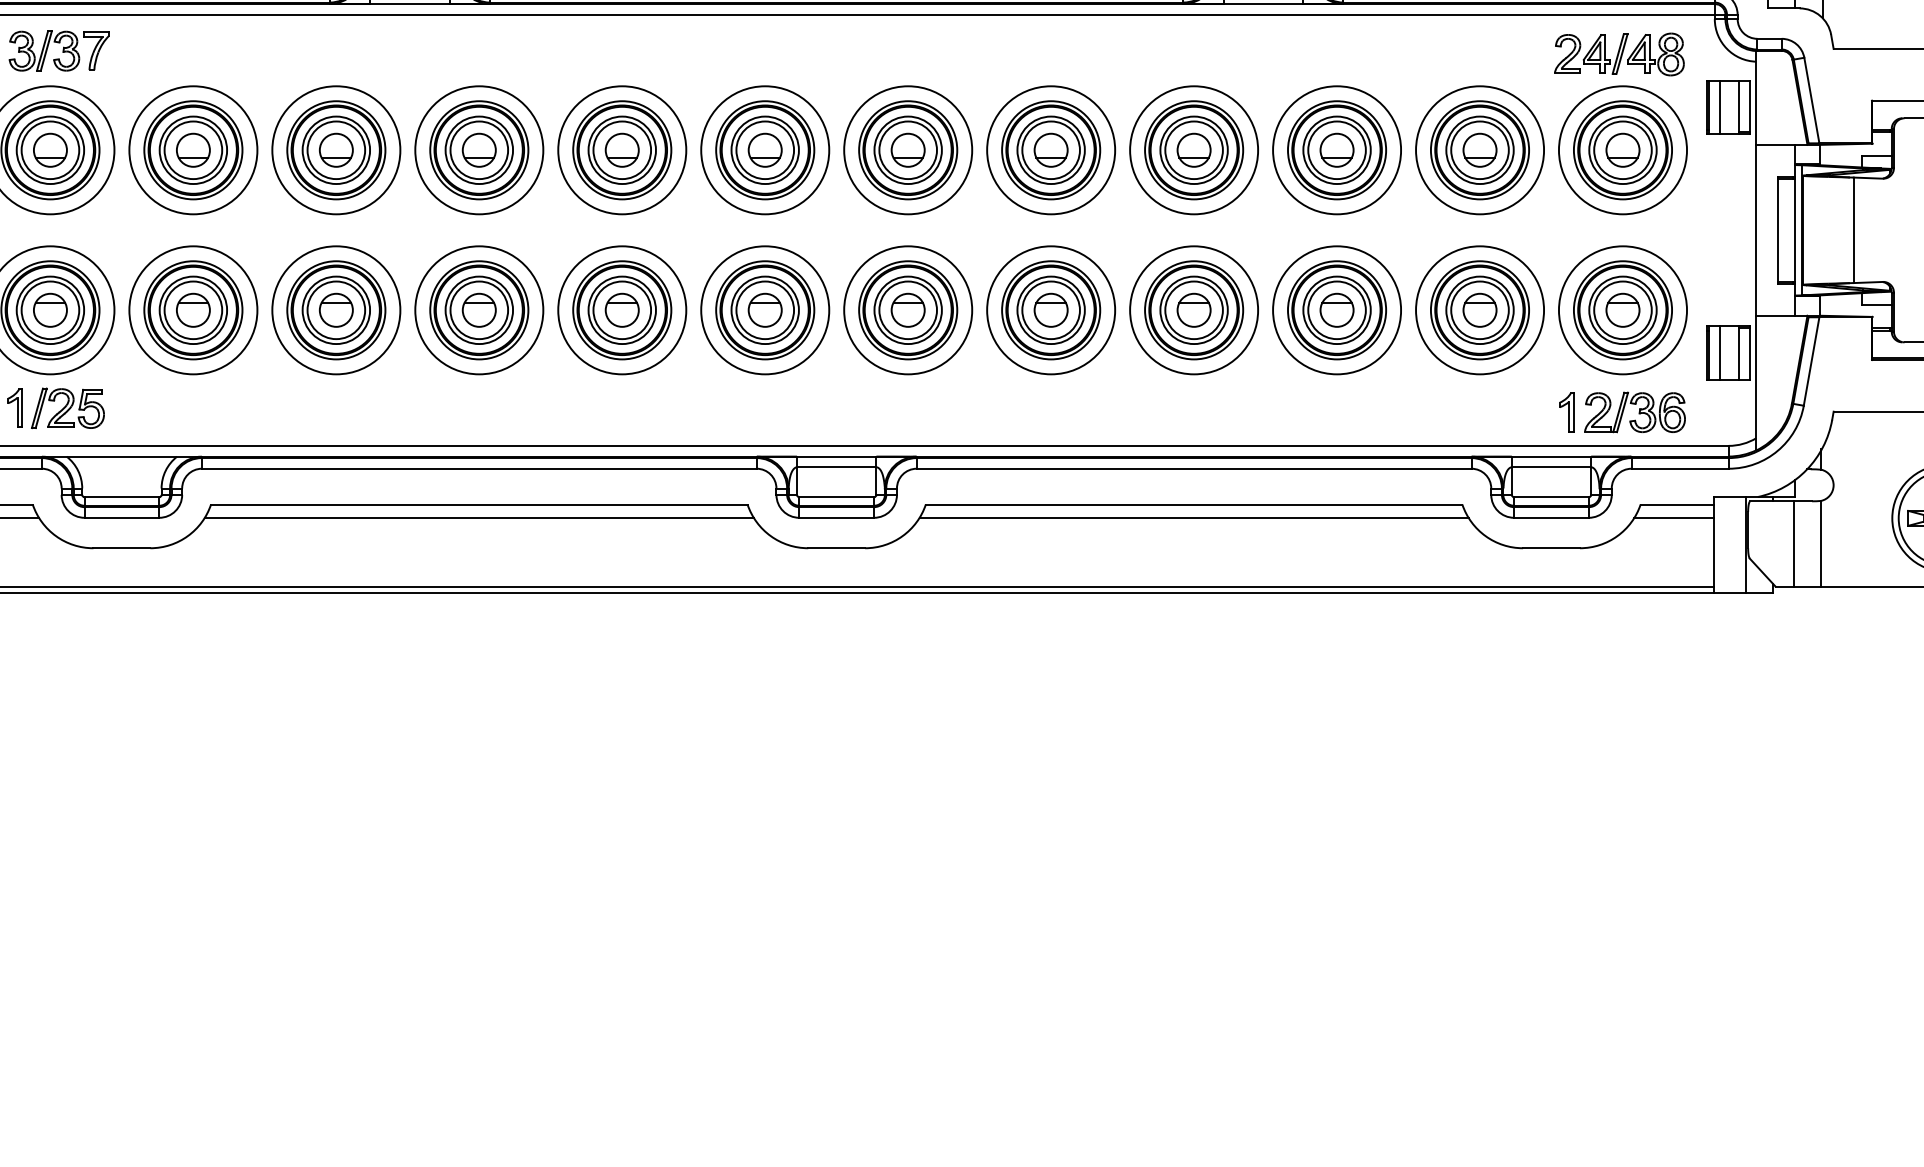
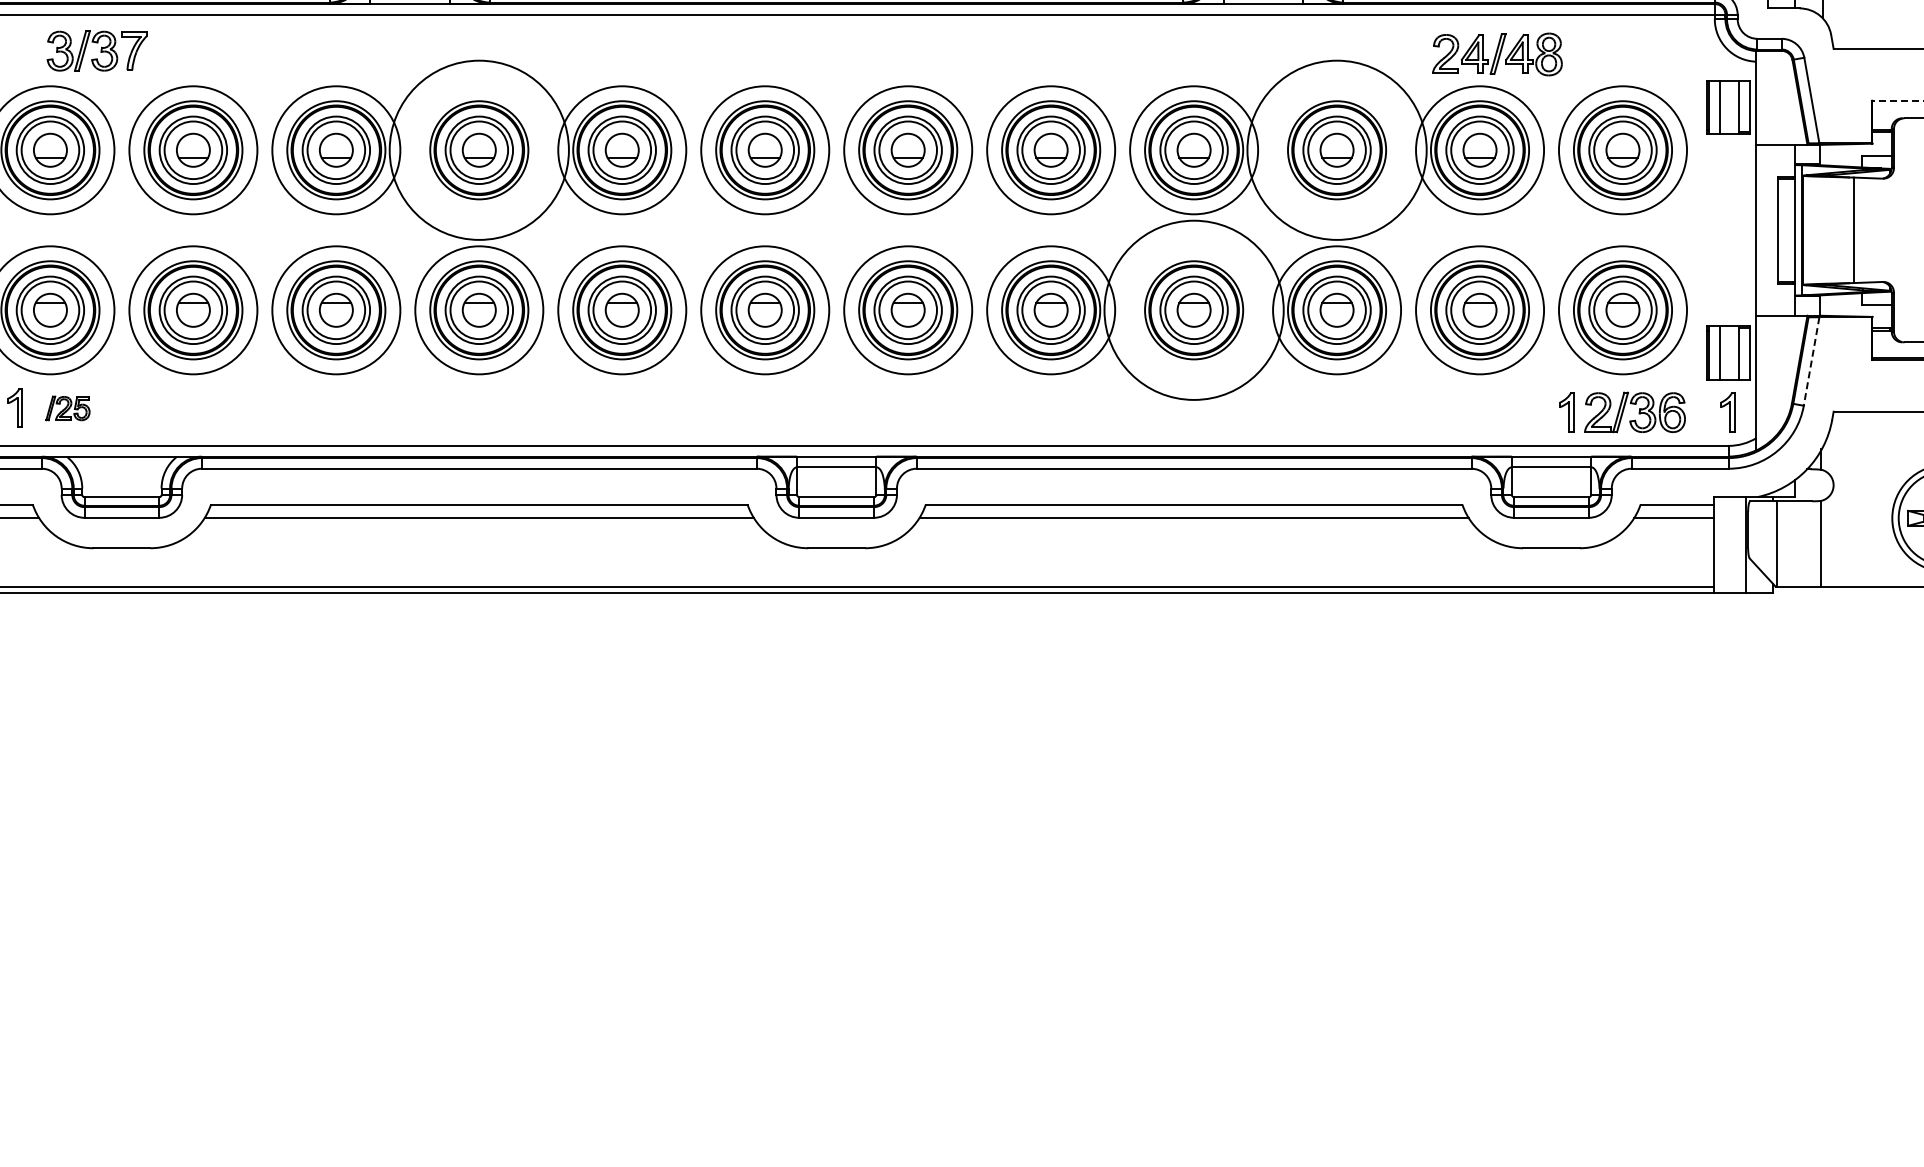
part at (58, 50) position: (58, 50) -> (96, 50)
part at (1619, 54) position: (1619, 54) -> (1497, 54)
line at (1897, 100): solid -> dashed
circle at (479, 150) diameter: 128 px -> 179 px
circle at (1337, 150) diameter: 128 px -> 179 px
circle at (1194, 310) diameter: 128 px -> 179 px
line at (1811, 361): solid -> dashed
part at (67, 408) size: 74x43 px -> 46x27 px
part at (1727, 412): none -> present
line at (1793, 543) position: (1793, 543) -> (1776, 543)
